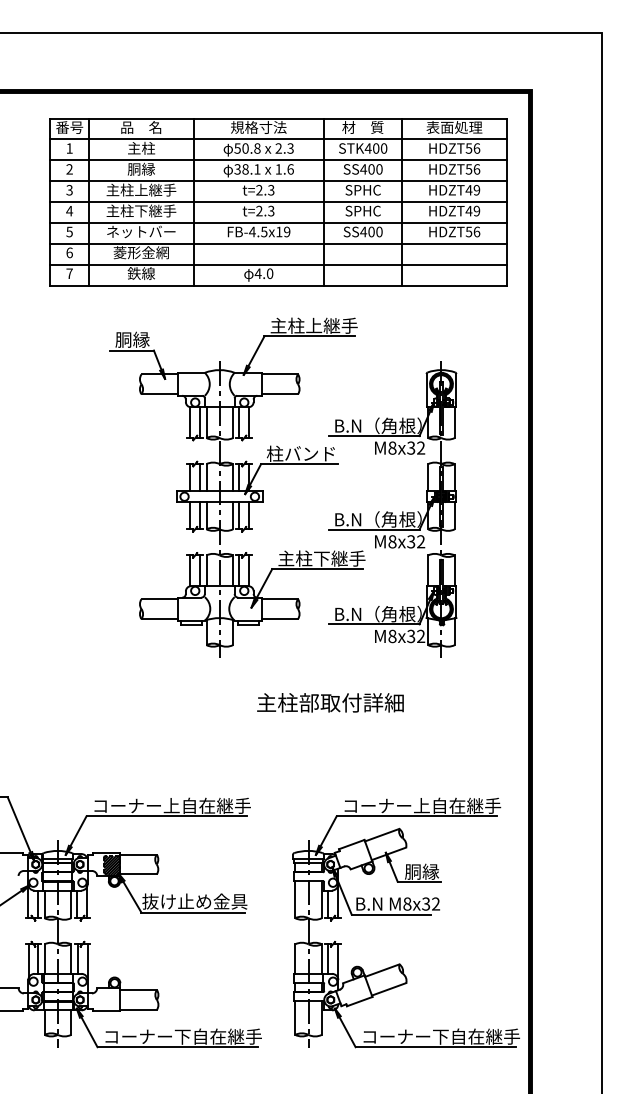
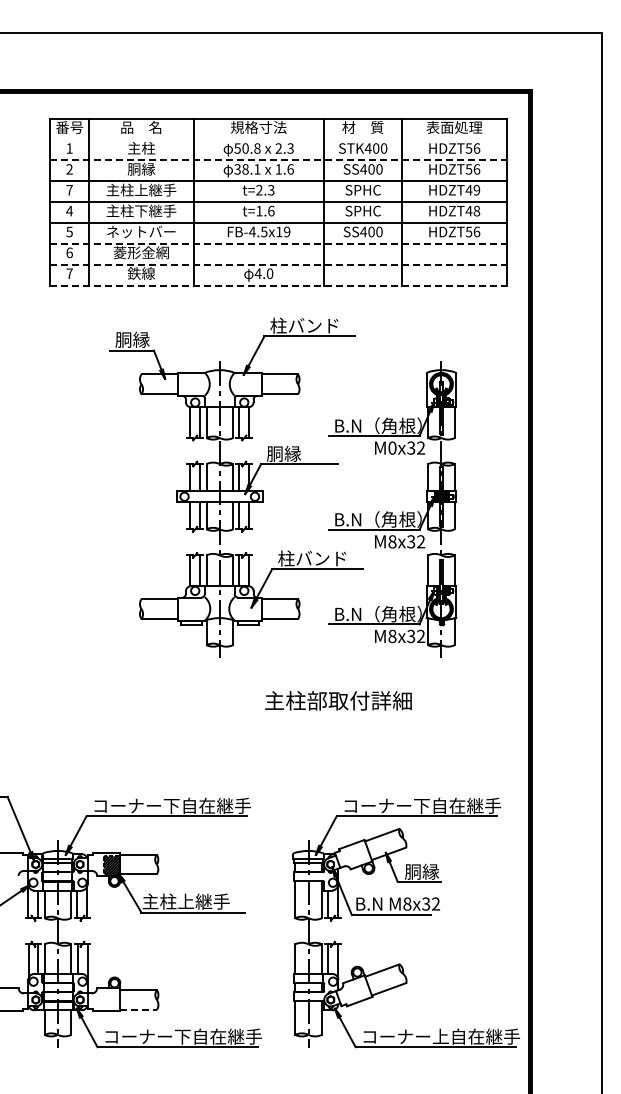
line at (278, 139): present -> none
line at (278, 160): solid -> dashed
text at (69, 189): 3 -> 7
text at (265, 210): t=2.3 -> t=1.6
text at (476, 211): HDZT49 -> HDZT48
line at (278, 243): solid -> dashed
line at (278, 264): solid -> dashed
line at (278, 285): solid -> dashed
text at (313, 325): 主柱上継手 -> 柱バンド
text at (392, 448): M8x32 -> M0x32
text at (300, 453): 柱バンド -> 胴縁
text at (321, 558): 主柱下継手 -> 柱バンド
text at (330, 702) position: (330, 702) -> (338, 700)
text at (171, 805): コーナー上自在継手 -> コーナー下自在継手
text at (421, 805): コーナー上自在継手 -> コーナー下自在継手
text at (194, 901): 抜け止め金具 -> 主柱上継手
line at (139, 1009): solid -> dashed
text at (440, 1036): コーナー下自在継手 -> コーナー上自在継手
